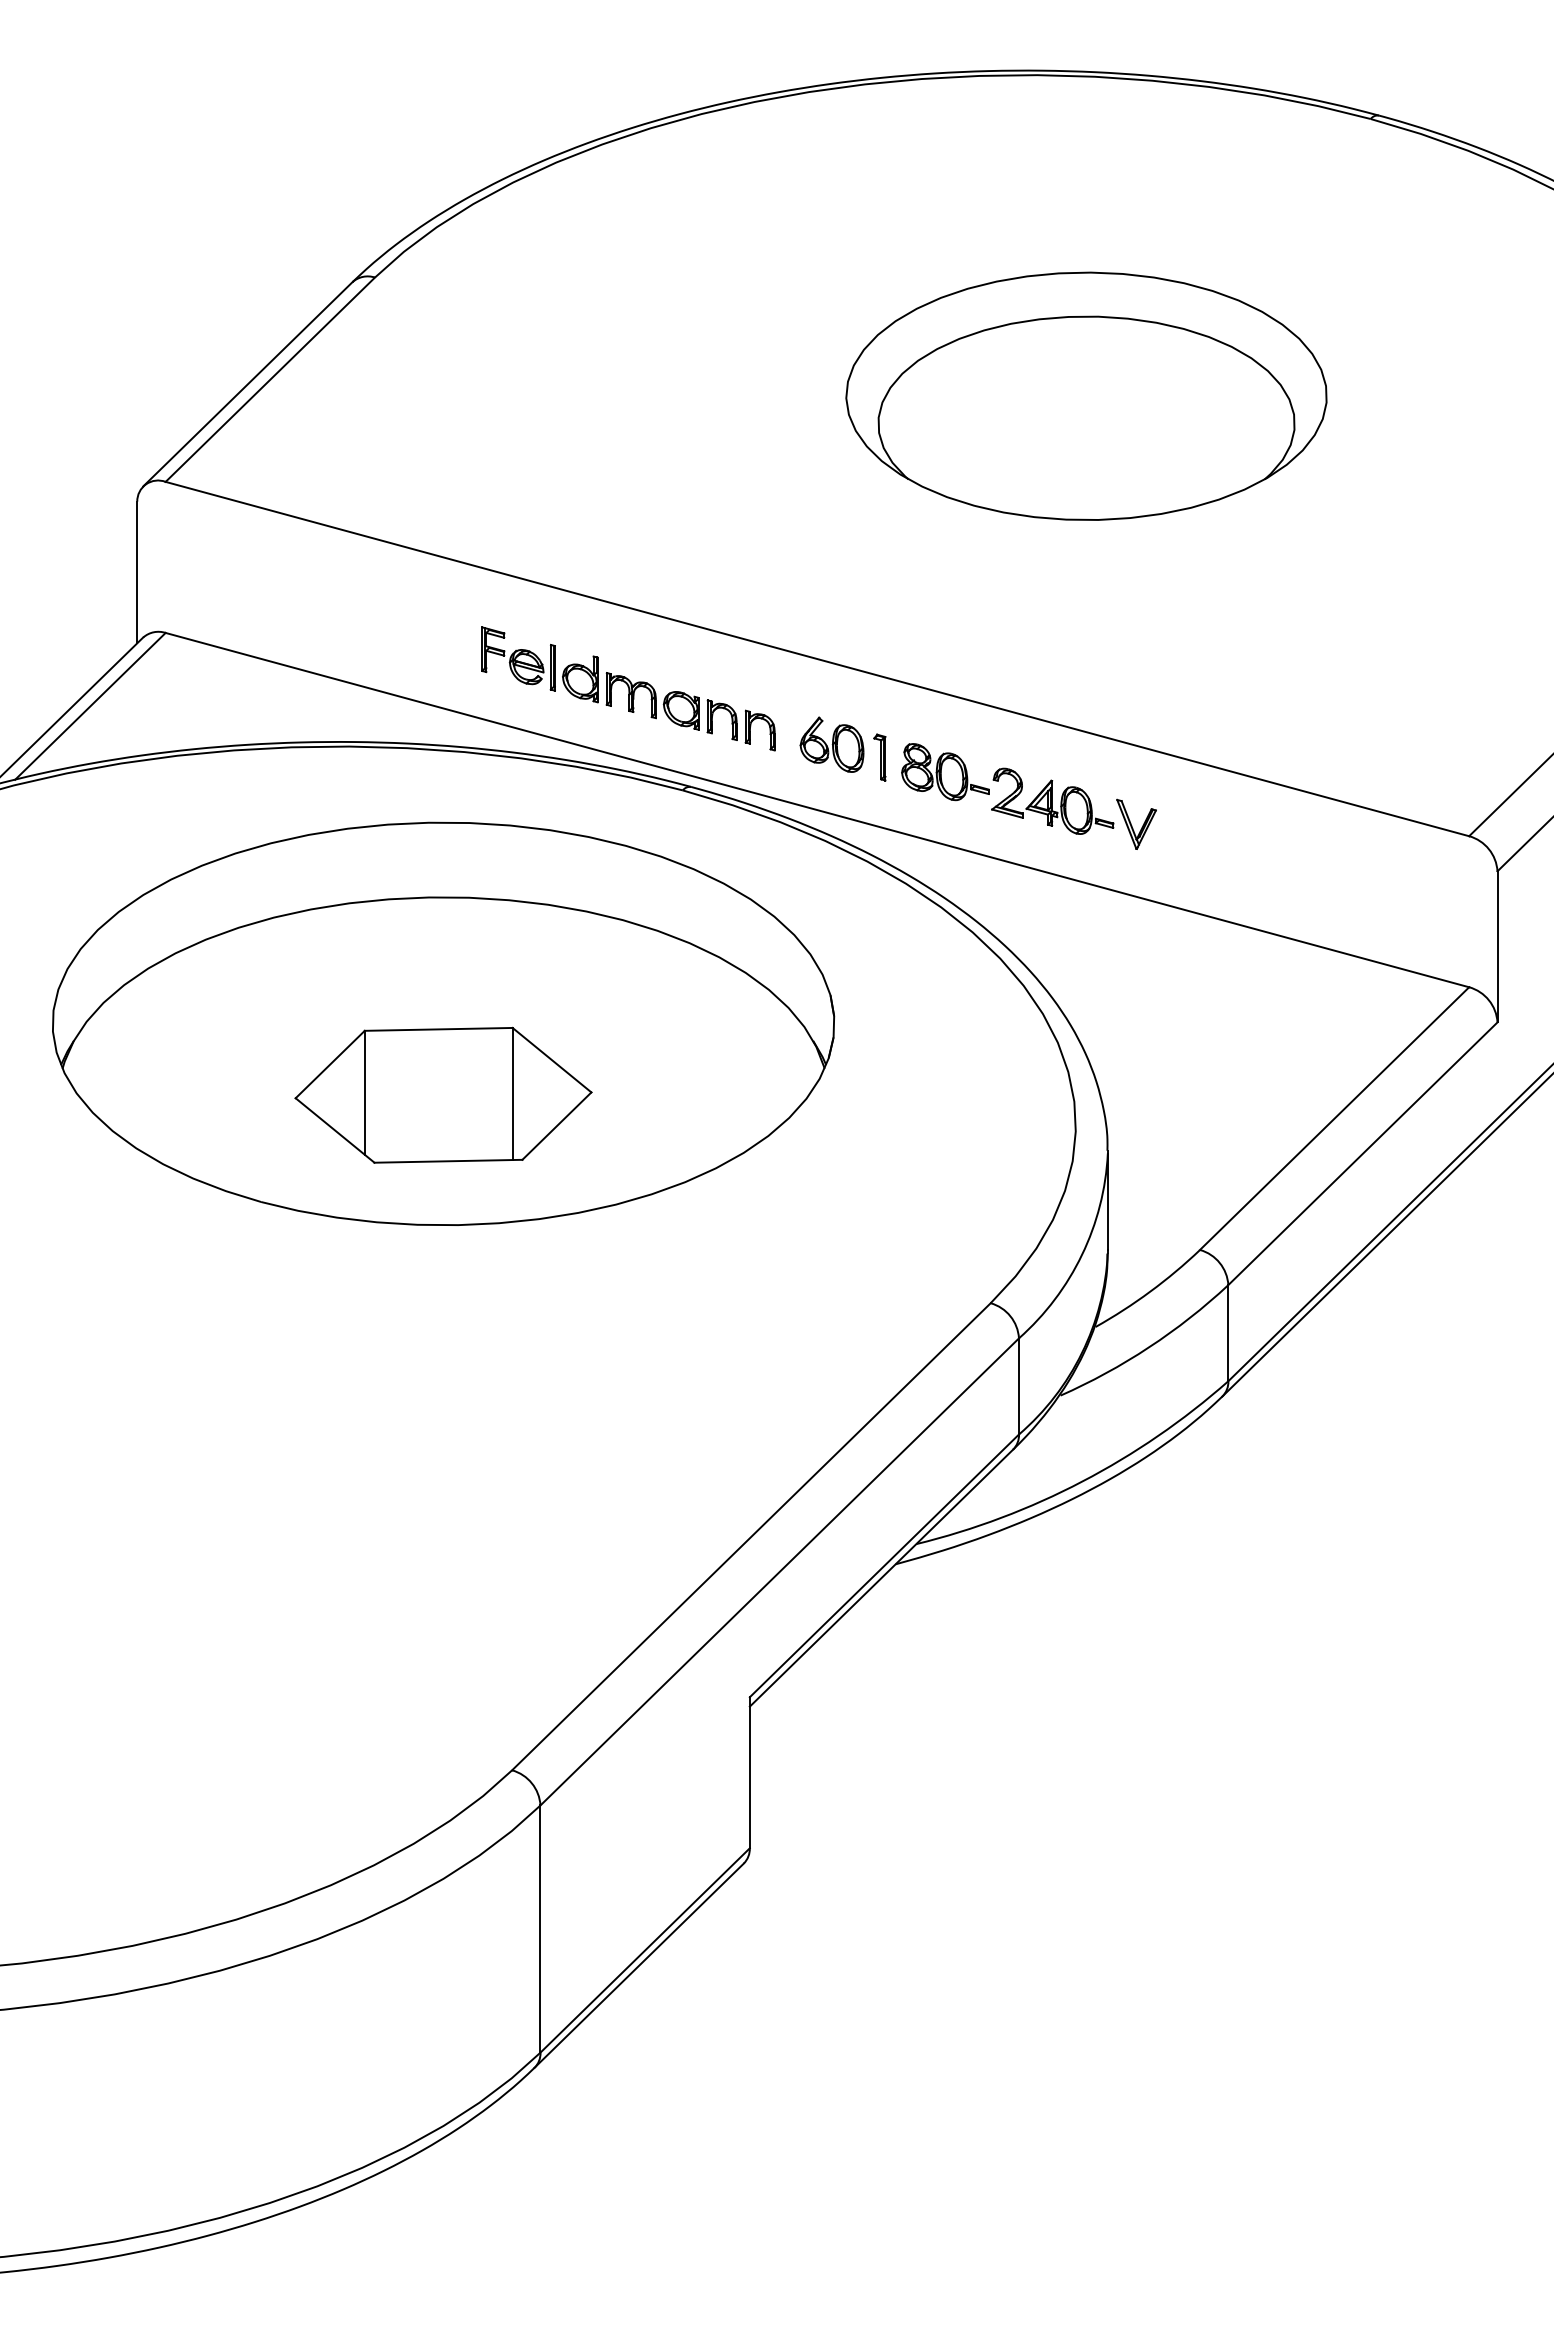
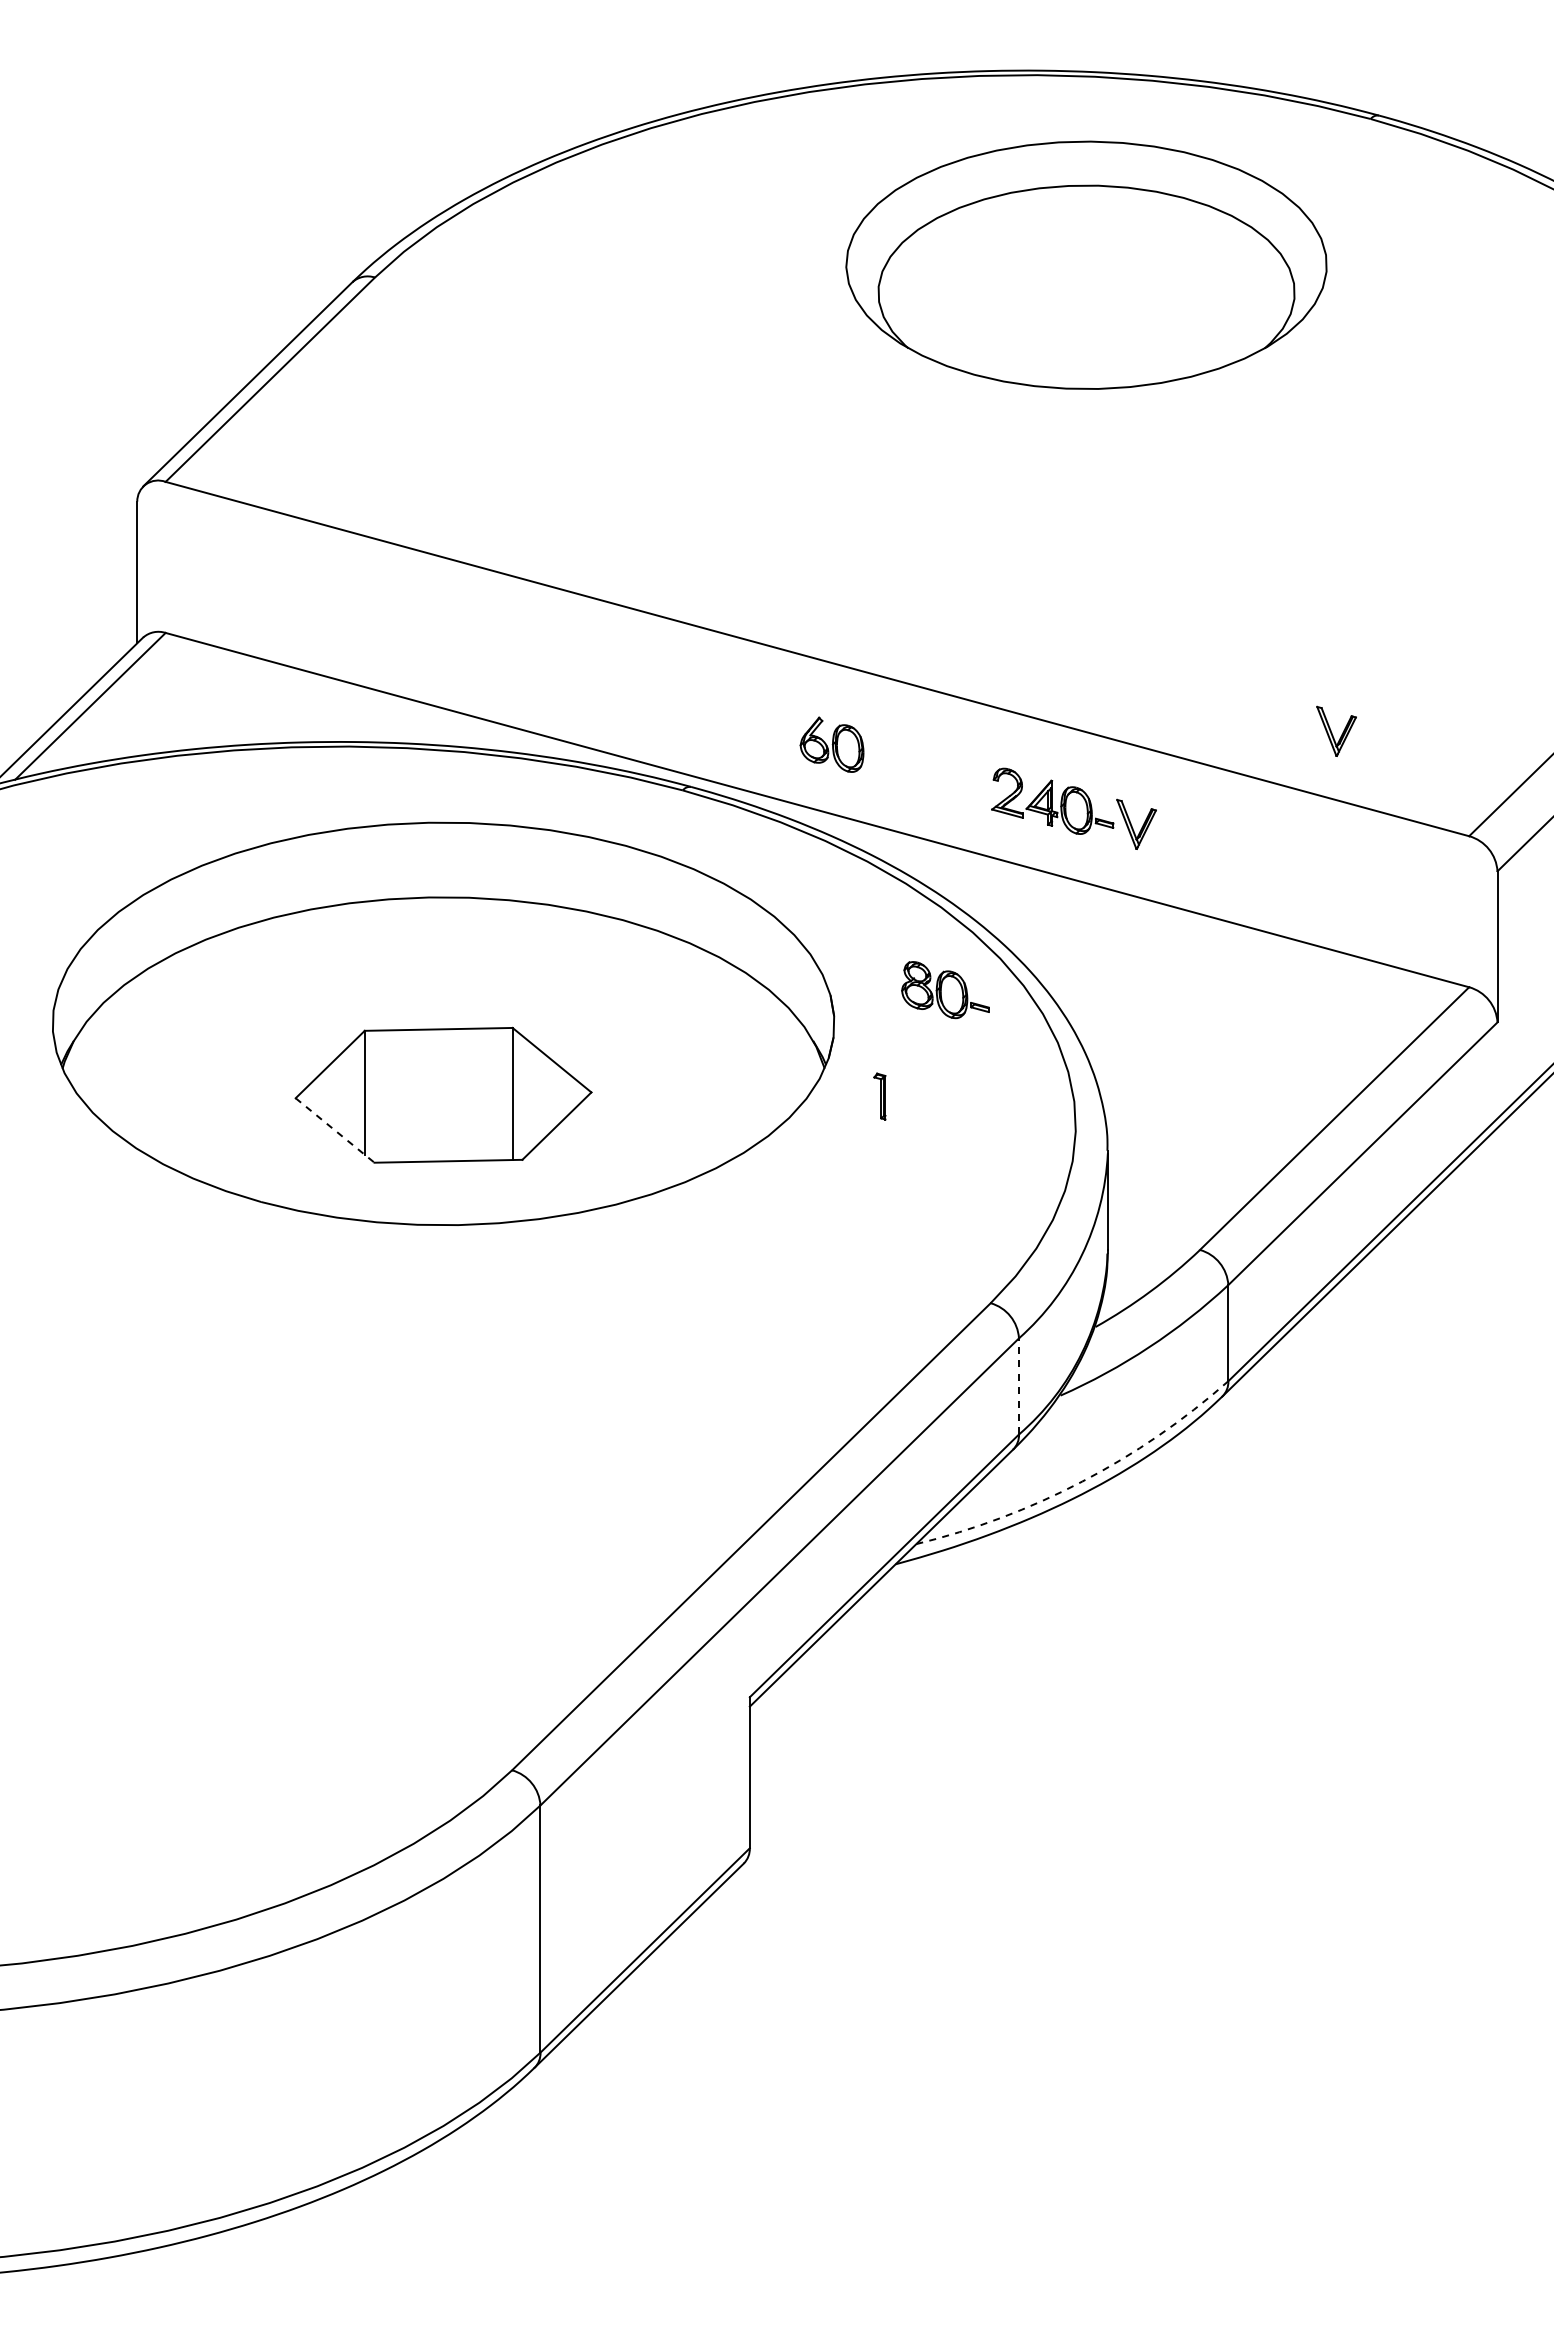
part at (1086, 395) position: (1086, 395) -> (1086, 264)
part at (628, 688): present -> none
part at (1336, 730): none -> present
part at (879, 757) position: (879, 757) -> (879, 1096)
part at (945, 772) position: (945, 772) -> (945, 990)
line at (335, 1130): solid -> dashed
line at (1018, 1385): solid -> dashed
arc at (1082, 1481): solid -> dashed
